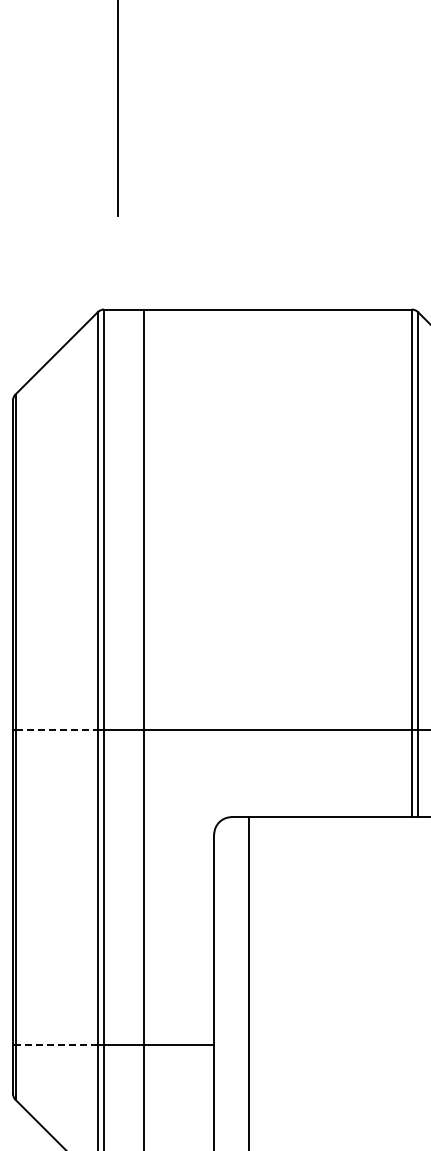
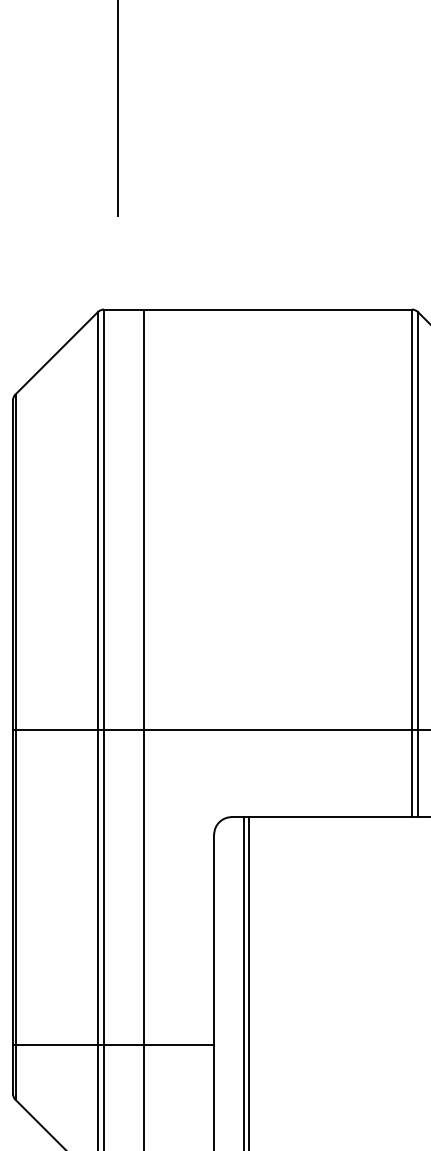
line at (57, 729): dashed -> solid
line at (243, 982): none -> present
line at (56, 1044): dashed -> solid
